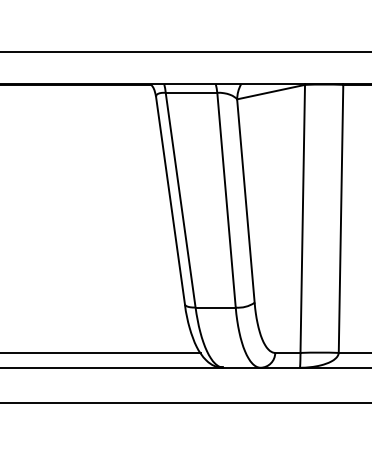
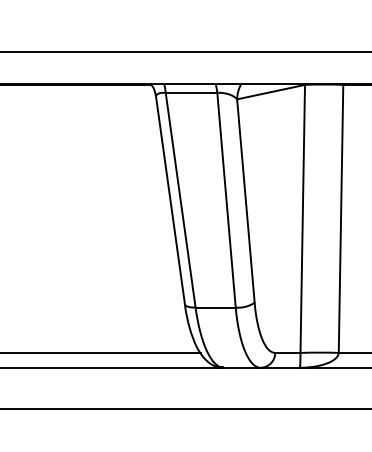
line at (185, 403) position: (185, 403) -> (185, 409)
